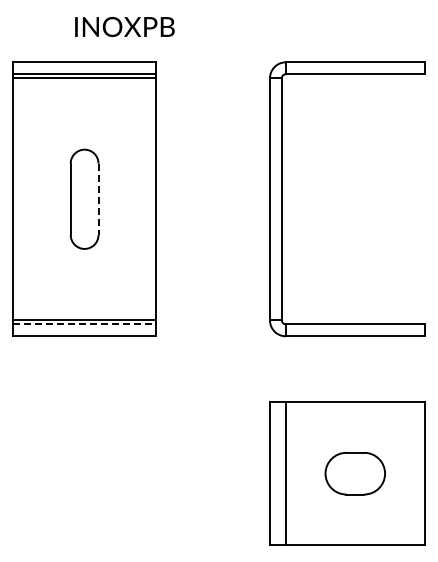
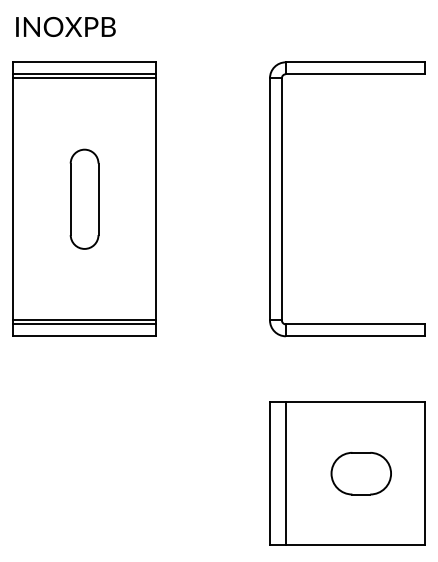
text at (124, 26) position: (124, 26) -> (65, 26)
line at (98, 199): dashed -> solid
line at (85, 324): dashed -> solid
part at (354, 473) position: (354, 473) -> (360, 473)
